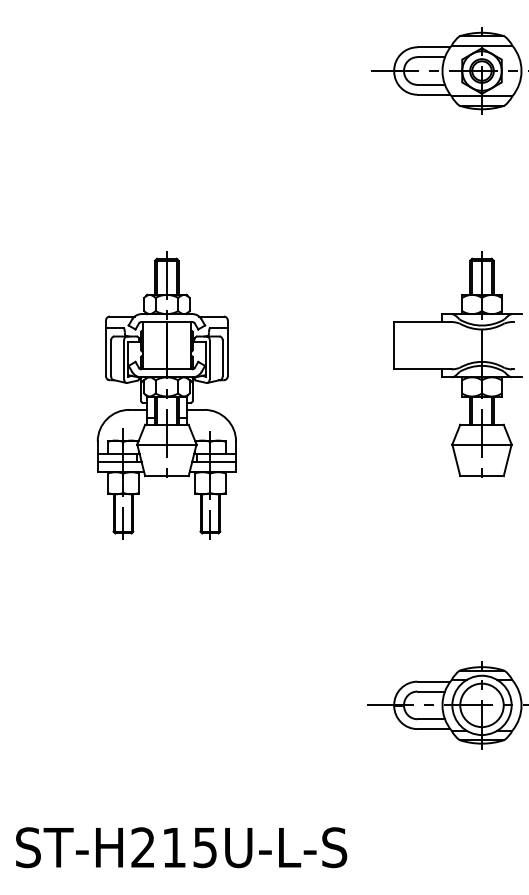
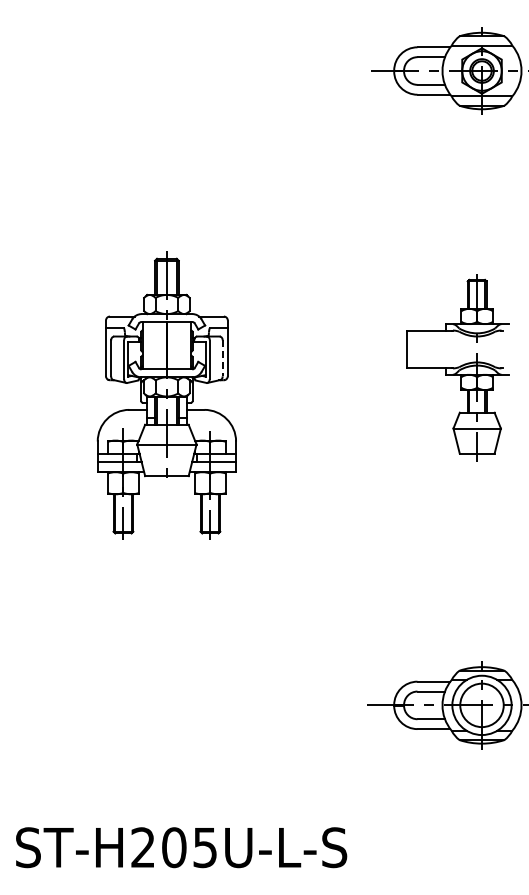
line at (222, 358): solid -> dashed
part at (457, 364) size: 130x227 px -> 104x188 px
text at (174, 847): ST-H215U-L-S -> ST-H205U-L-S
